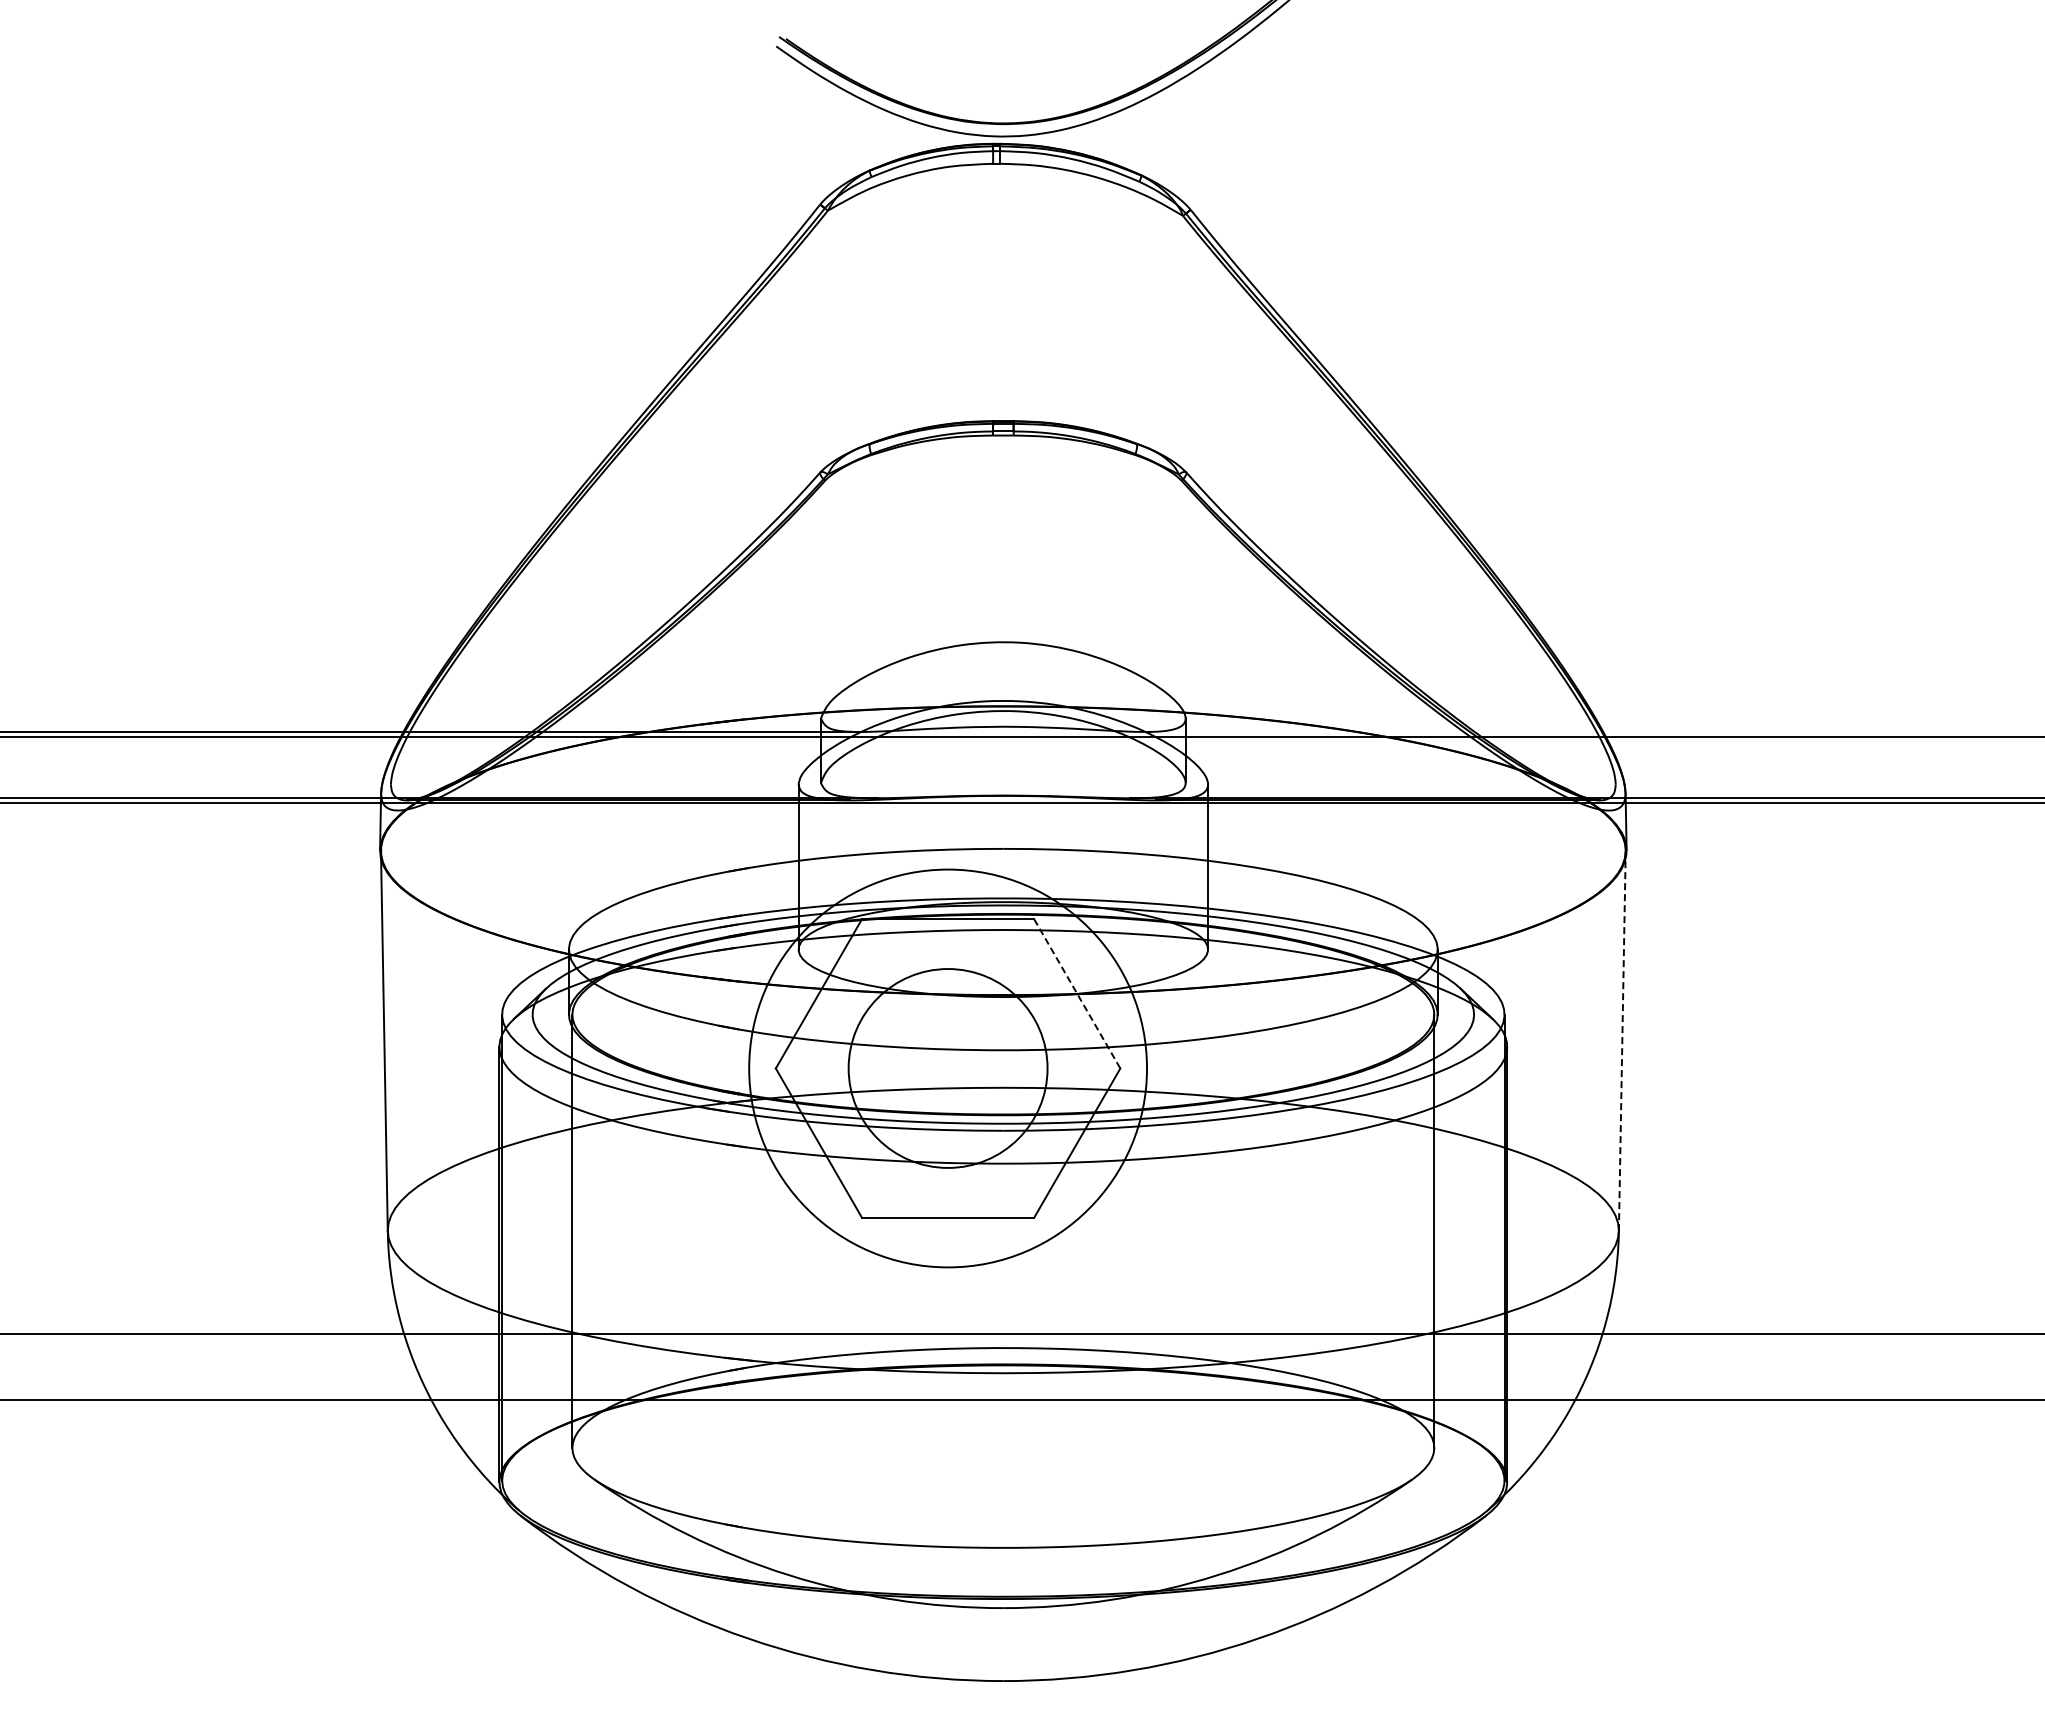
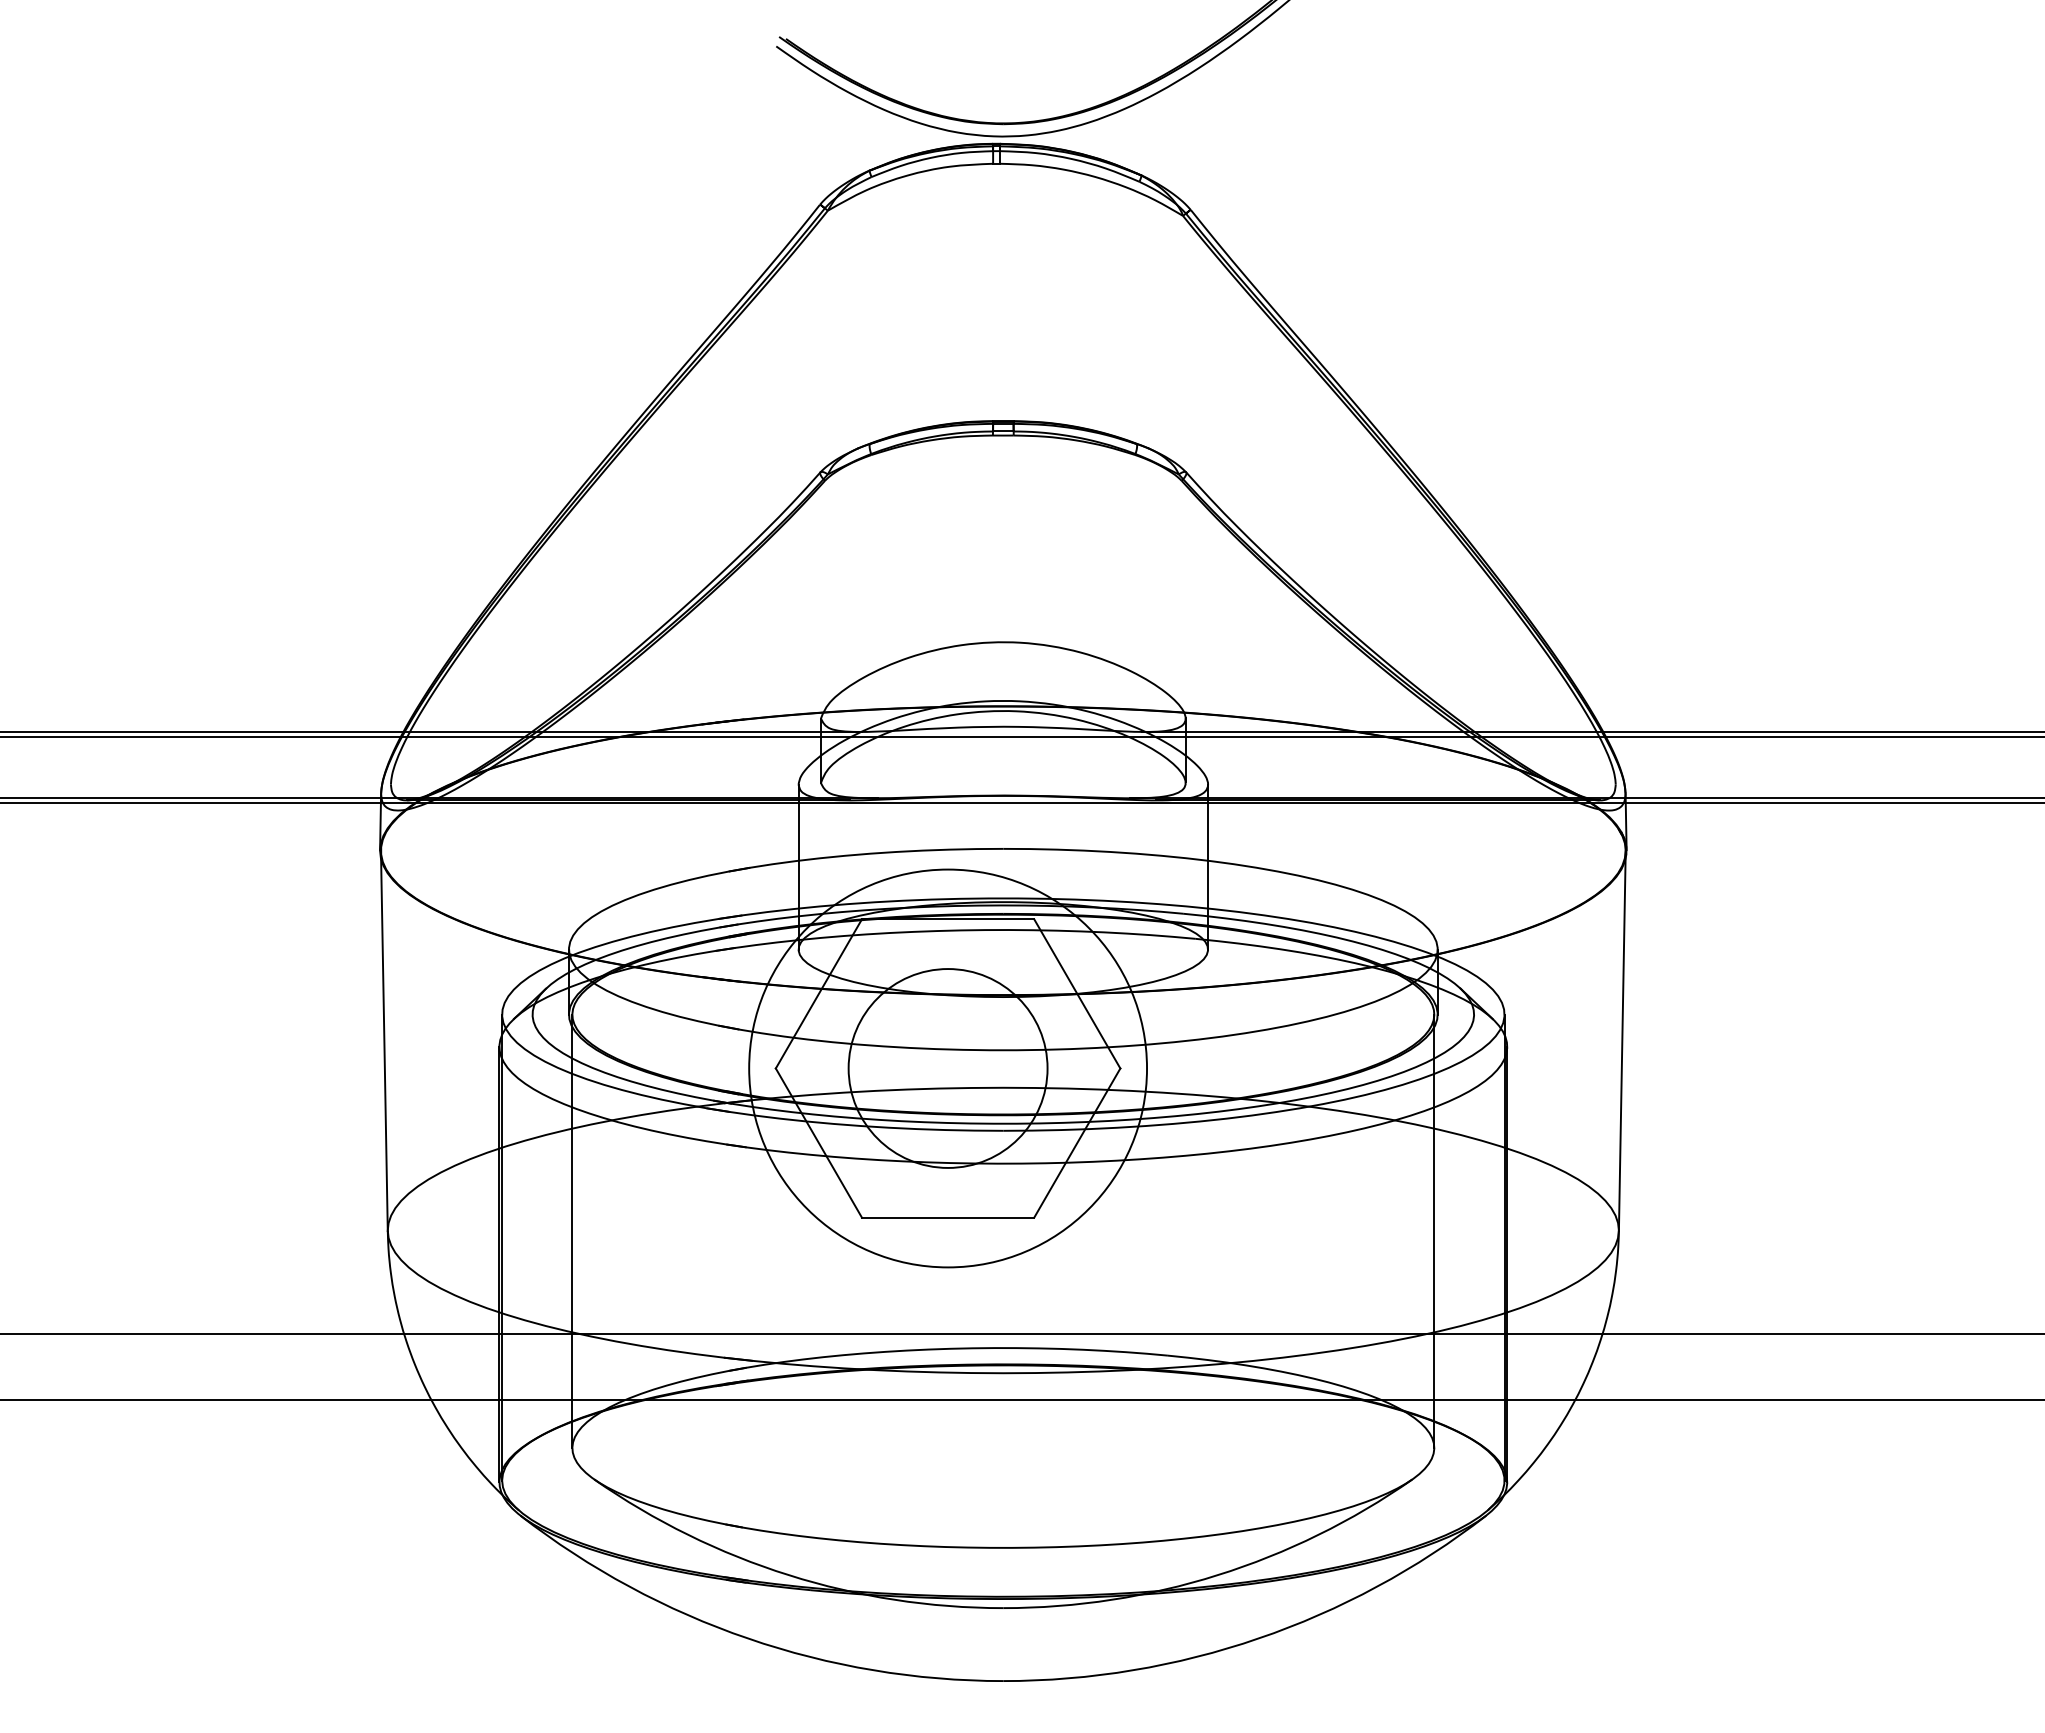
line at (1591, 731): none -> present
line at (1077, 994): dashed -> solid
line at (1622, 1041): dashed -> solid
